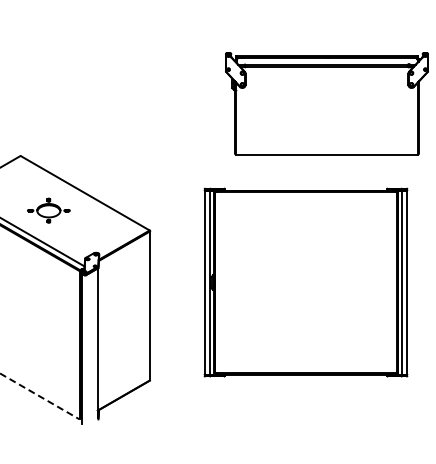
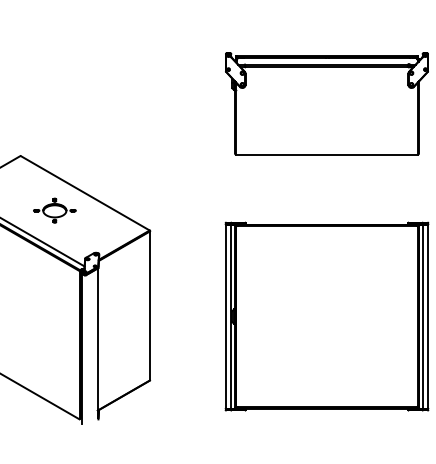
part at (48, 210) position: (48, 210) -> (54, 210)
part at (305, 282) position: (305, 282) -> (326, 316)
line at (40, 396): dashed -> solid
